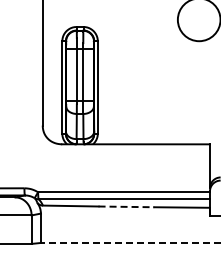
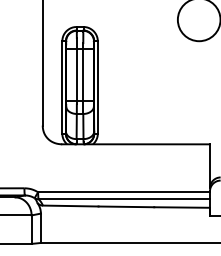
line at (126, 206): dashed -> solid
line at (130, 242): dashed -> solid
